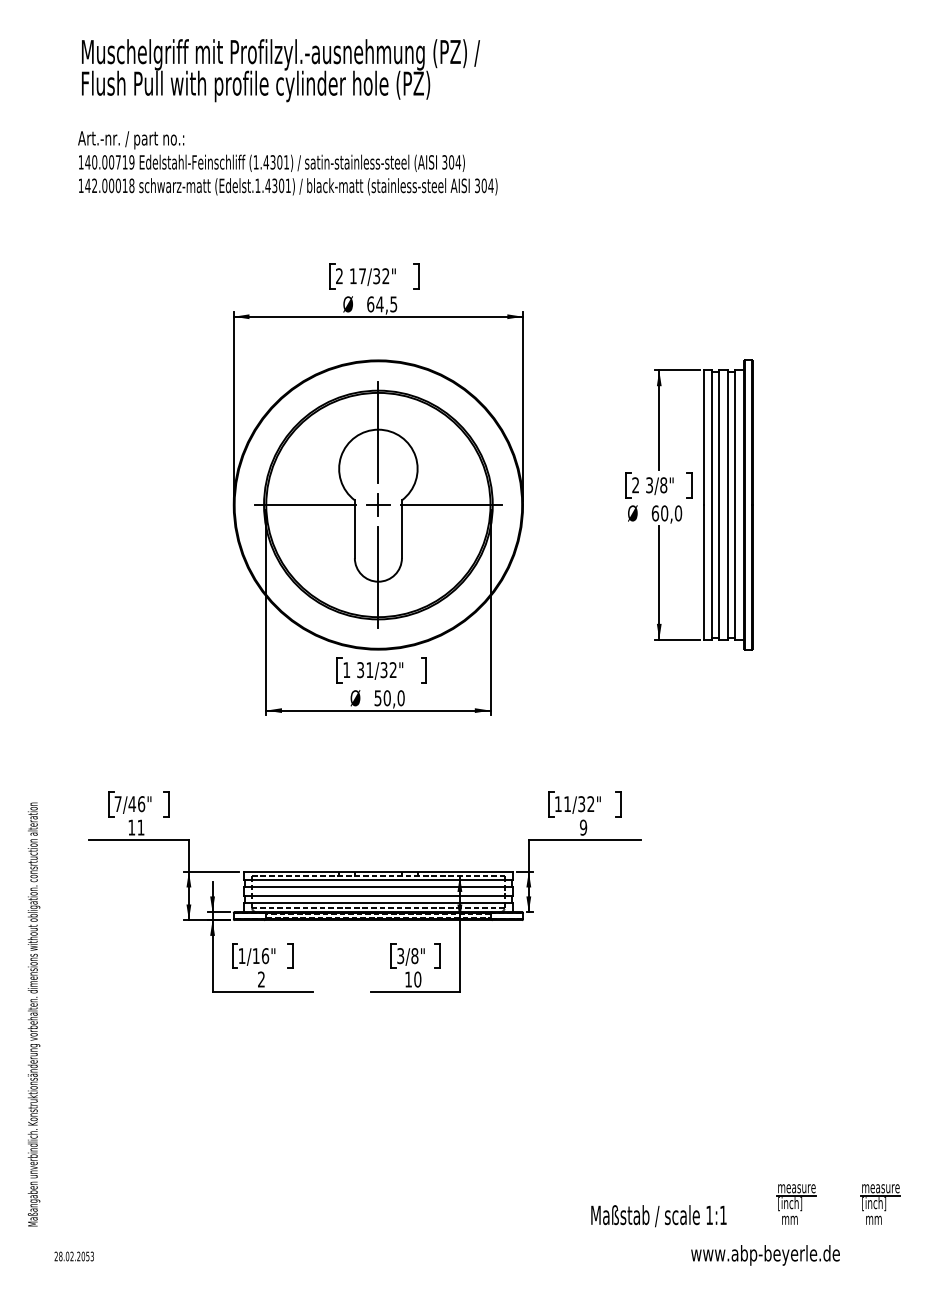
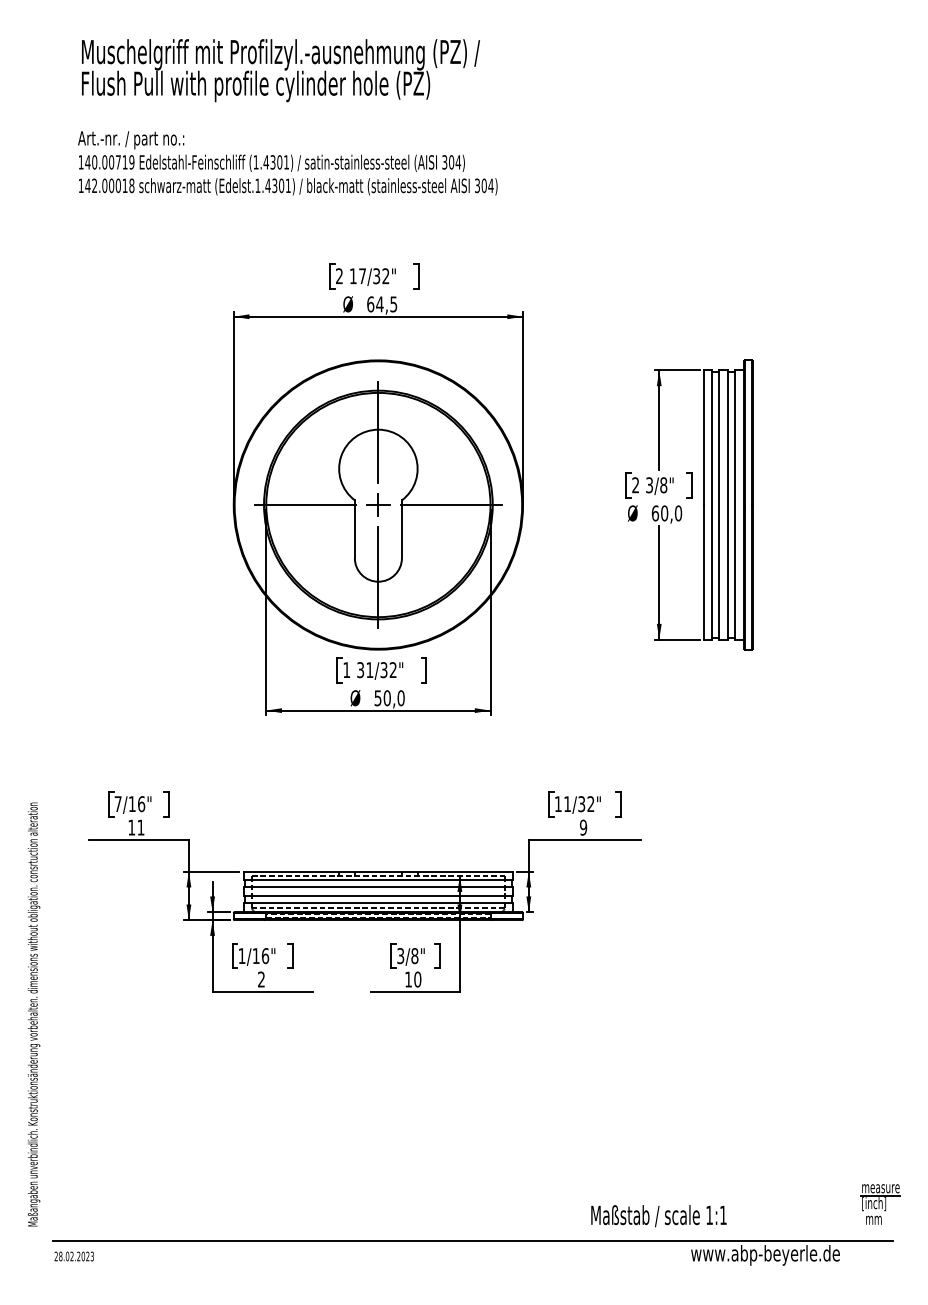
text at (132, 803): 7/46" -> 7/16"
part at (796, 1204): present -> none
line at (472, 1240): none -> present
text at (87, 1256): 28.02.2053 -> 28.02.2023
